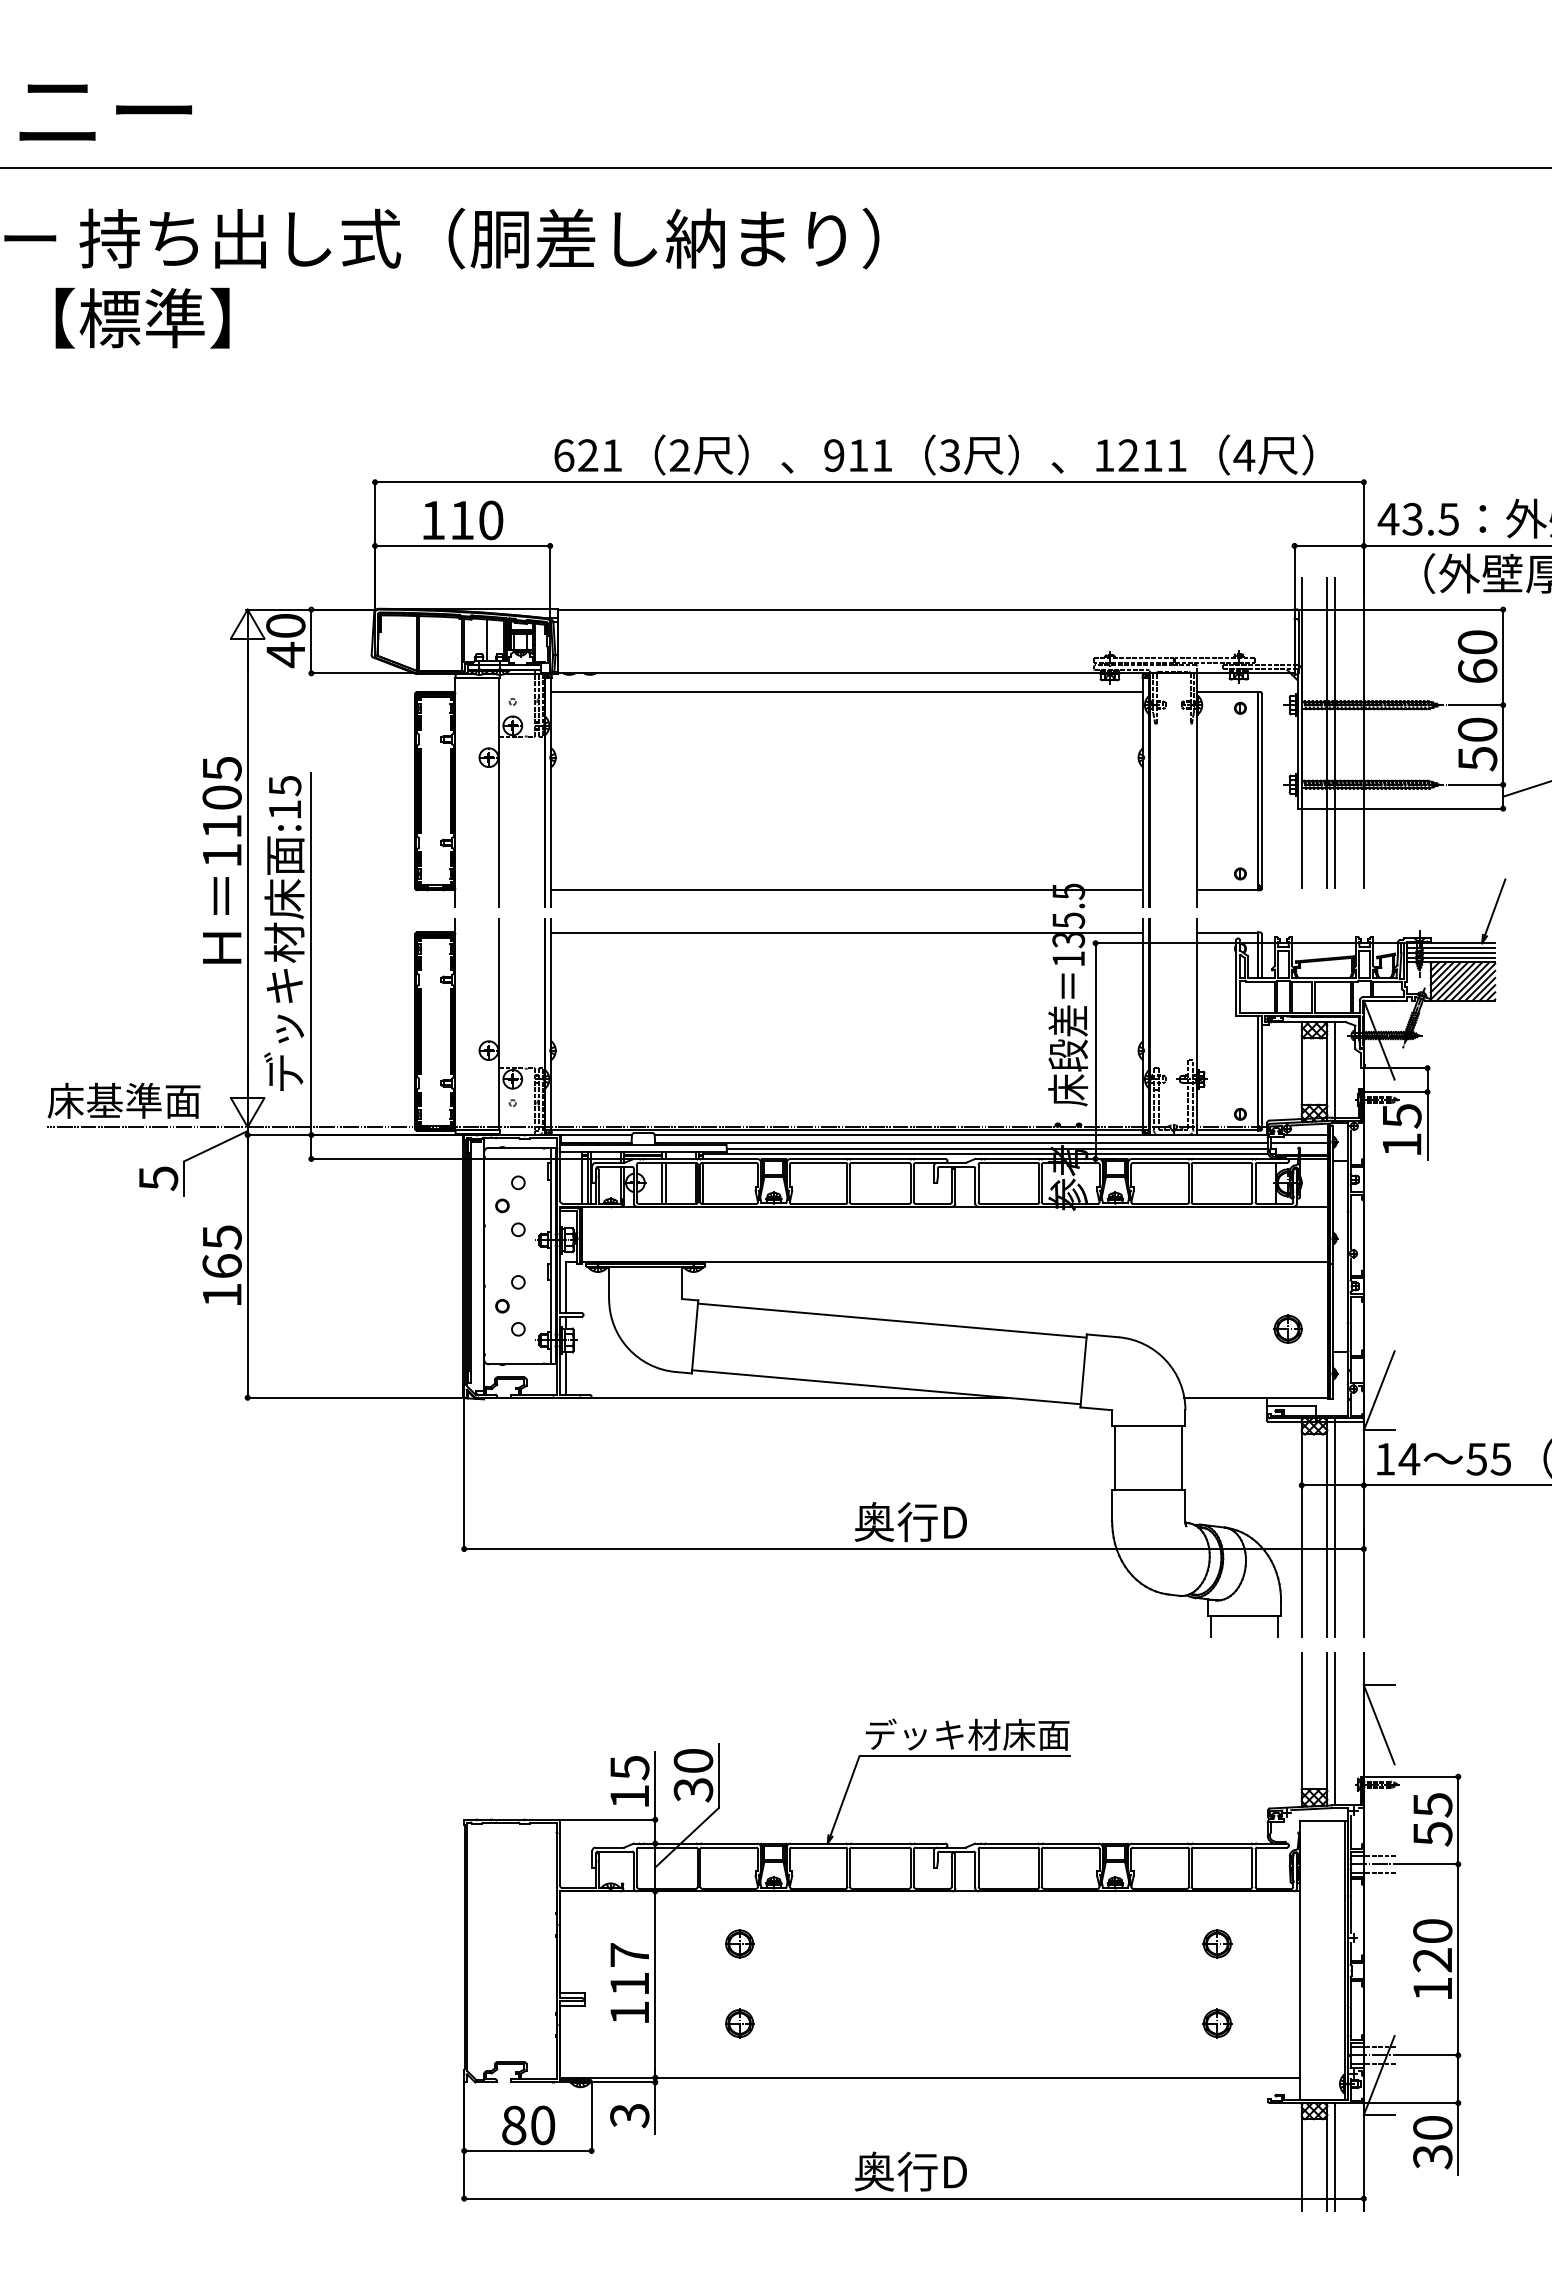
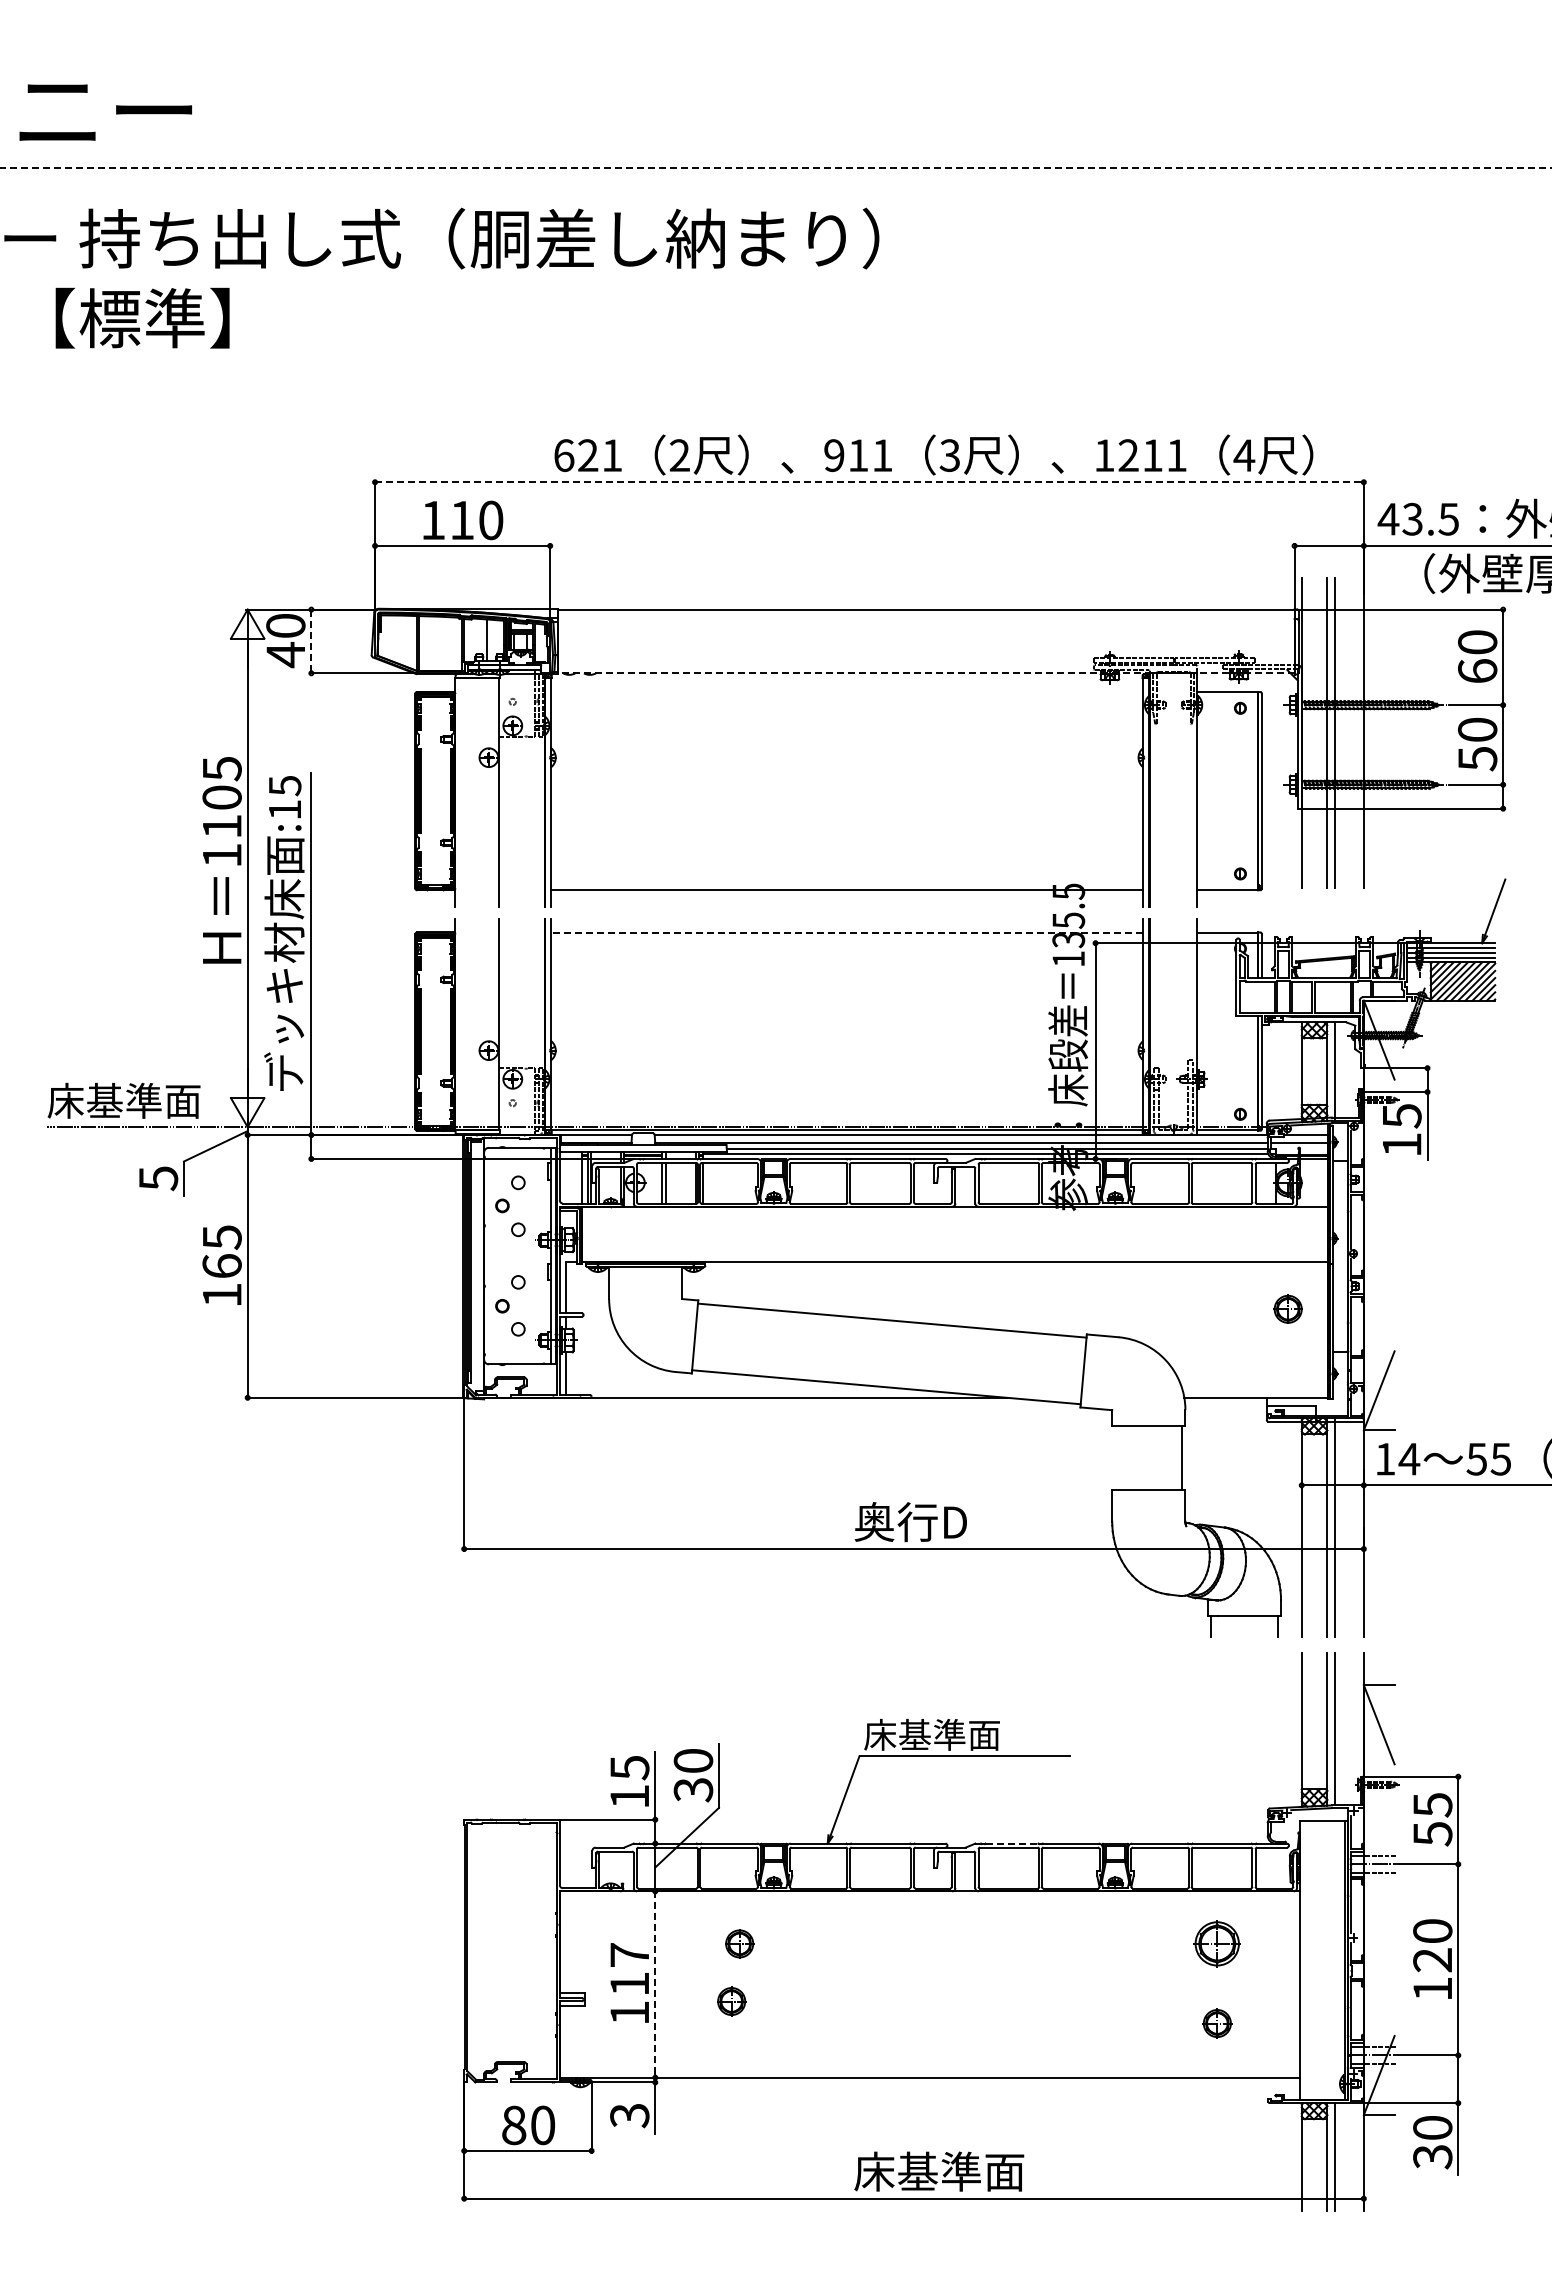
line at (776, 167): solid -> dashed
line at (869, 482): solid -> dashed
line at (311, 641): solid -> dashed
line at (925, 673): solid -> dashed
line at (847, 692): present -> none
line at (1525, 789): present -> none
line at (846, 932): solid -> dashed
part at (1287, 1328) position: (1287, 1328) -> (1287, 1308)
line at (1115, 1457): present -> none
text at (966, 1734): デッキ材床面 -> 床基準面
line at (1012, 1843): solid -> dashed
part at (1217, 1943) size: 31x30 px -> 48x48 px
line at (655, 1985): solid -> dashed
part at (739, 2023) position: (739, 2023) -> (731, 2001)
text at (939, 2171): 奥行D -> 床基準面
